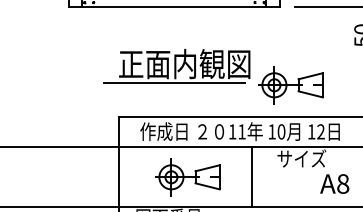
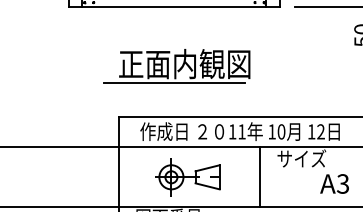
part at (290, 85): present -> none
line at (251, 177) position: (251, 177) -> (259, 177)
text at (343, 183): A8 -> A3
